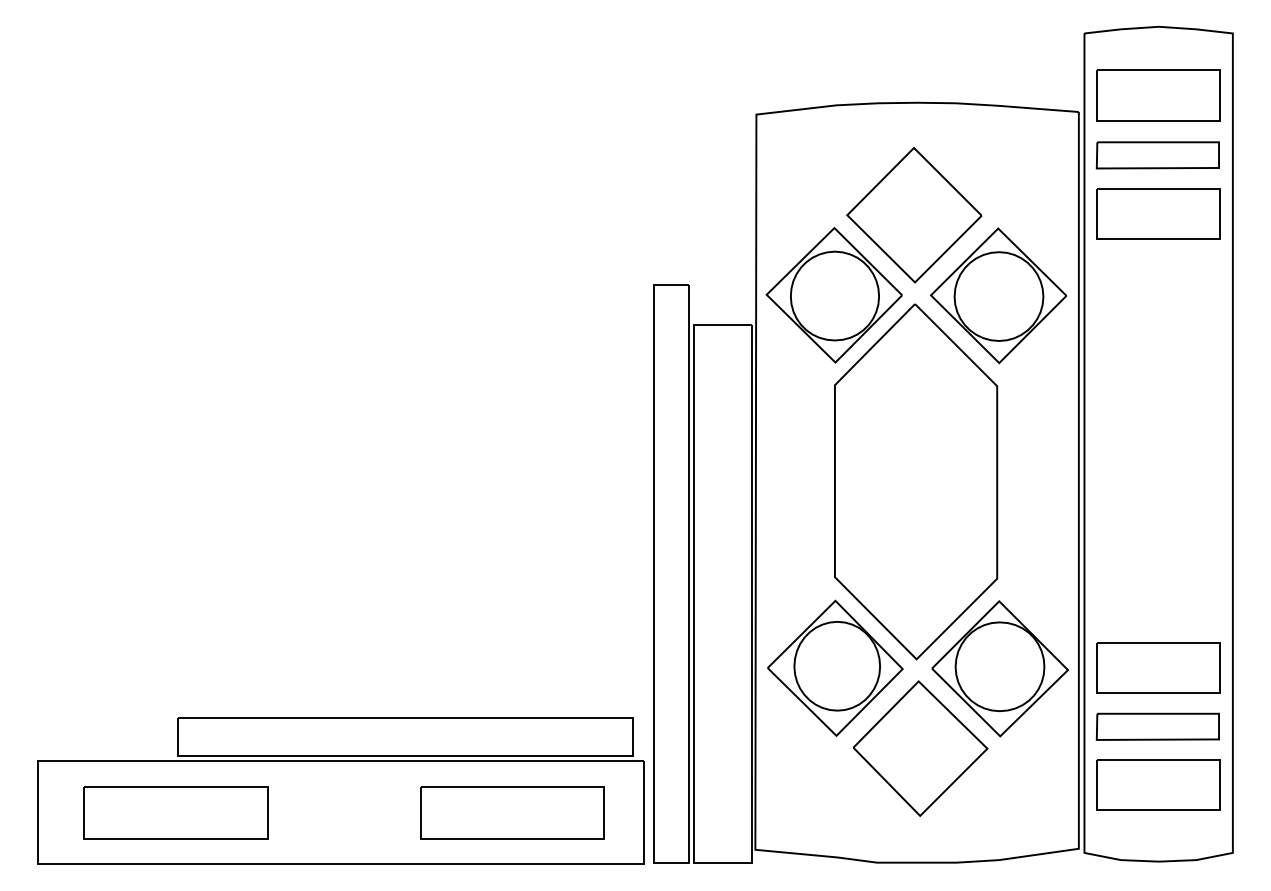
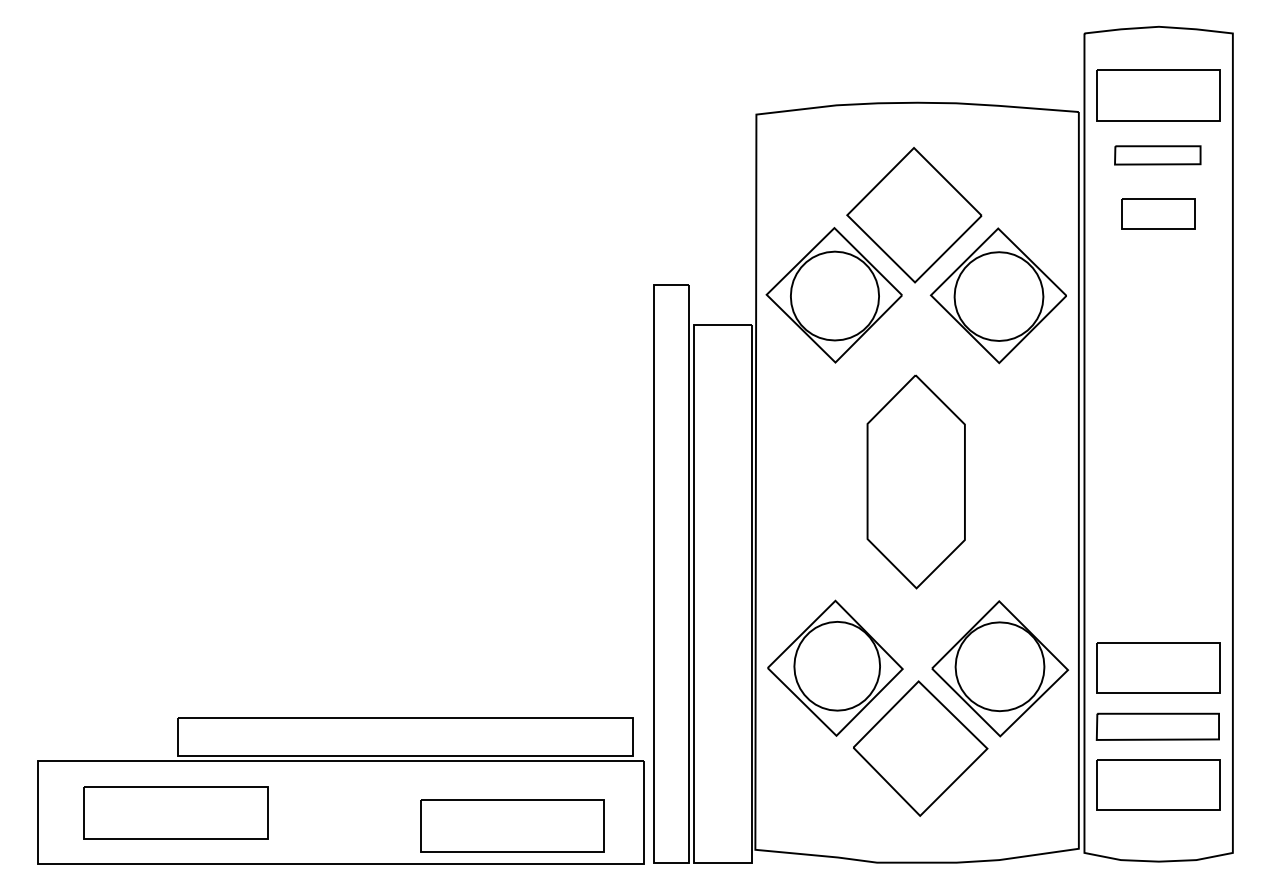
part at (1157, 155) size: 125x29 px -> 88x21 px
part at (1158, 213) size: 125x52 px -> 75x32 px
part at (916, 481) size: 165x358 px -> 100x216 px
part at (512, 812) position: (512, 812) -> (512, 825)
